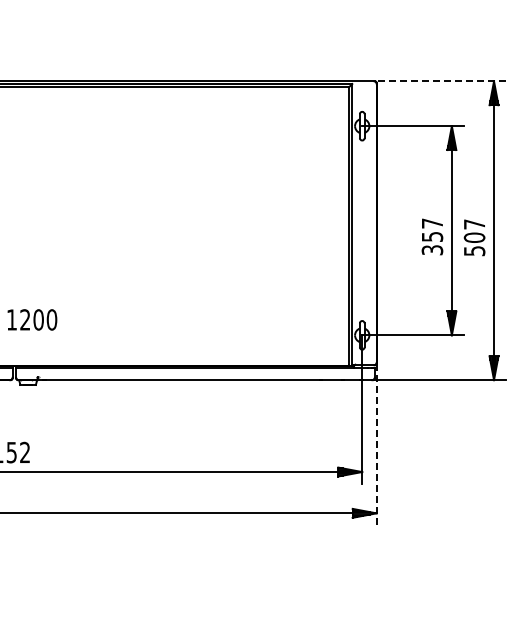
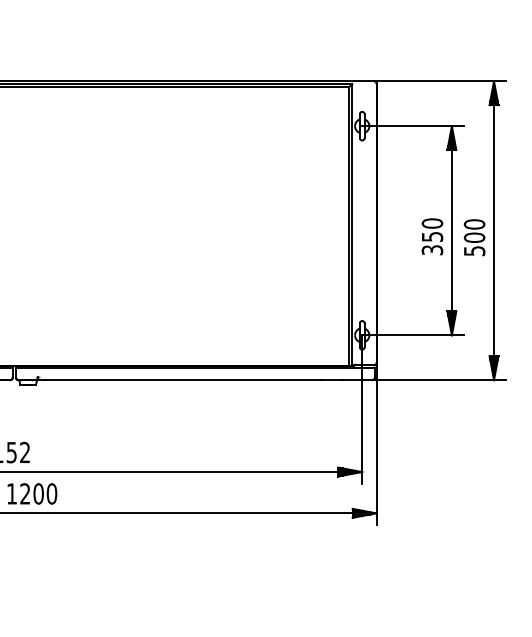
line at (440, 81): dashed -> solid
text at (432, 223): 357 -> 350
text at (474, 224): 507 -> 500
text at (32, 319) position: (32, 319) -> (32, 493)
line at (376, 443): dashed -> solid
